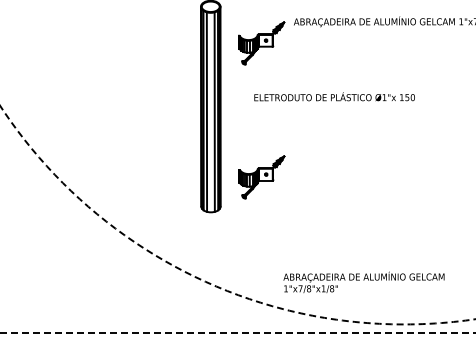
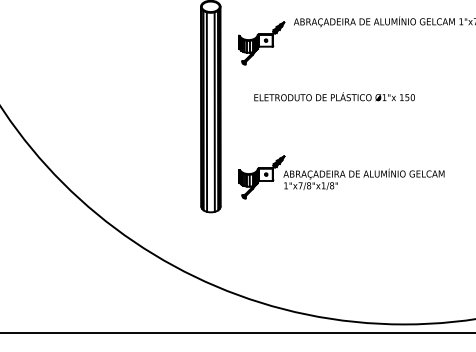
circle at (237, 214): dashed -> solid
text at (363, 282) position: (363, 282) -> (363, 179)
line at (237, 333): dashed -> solid
